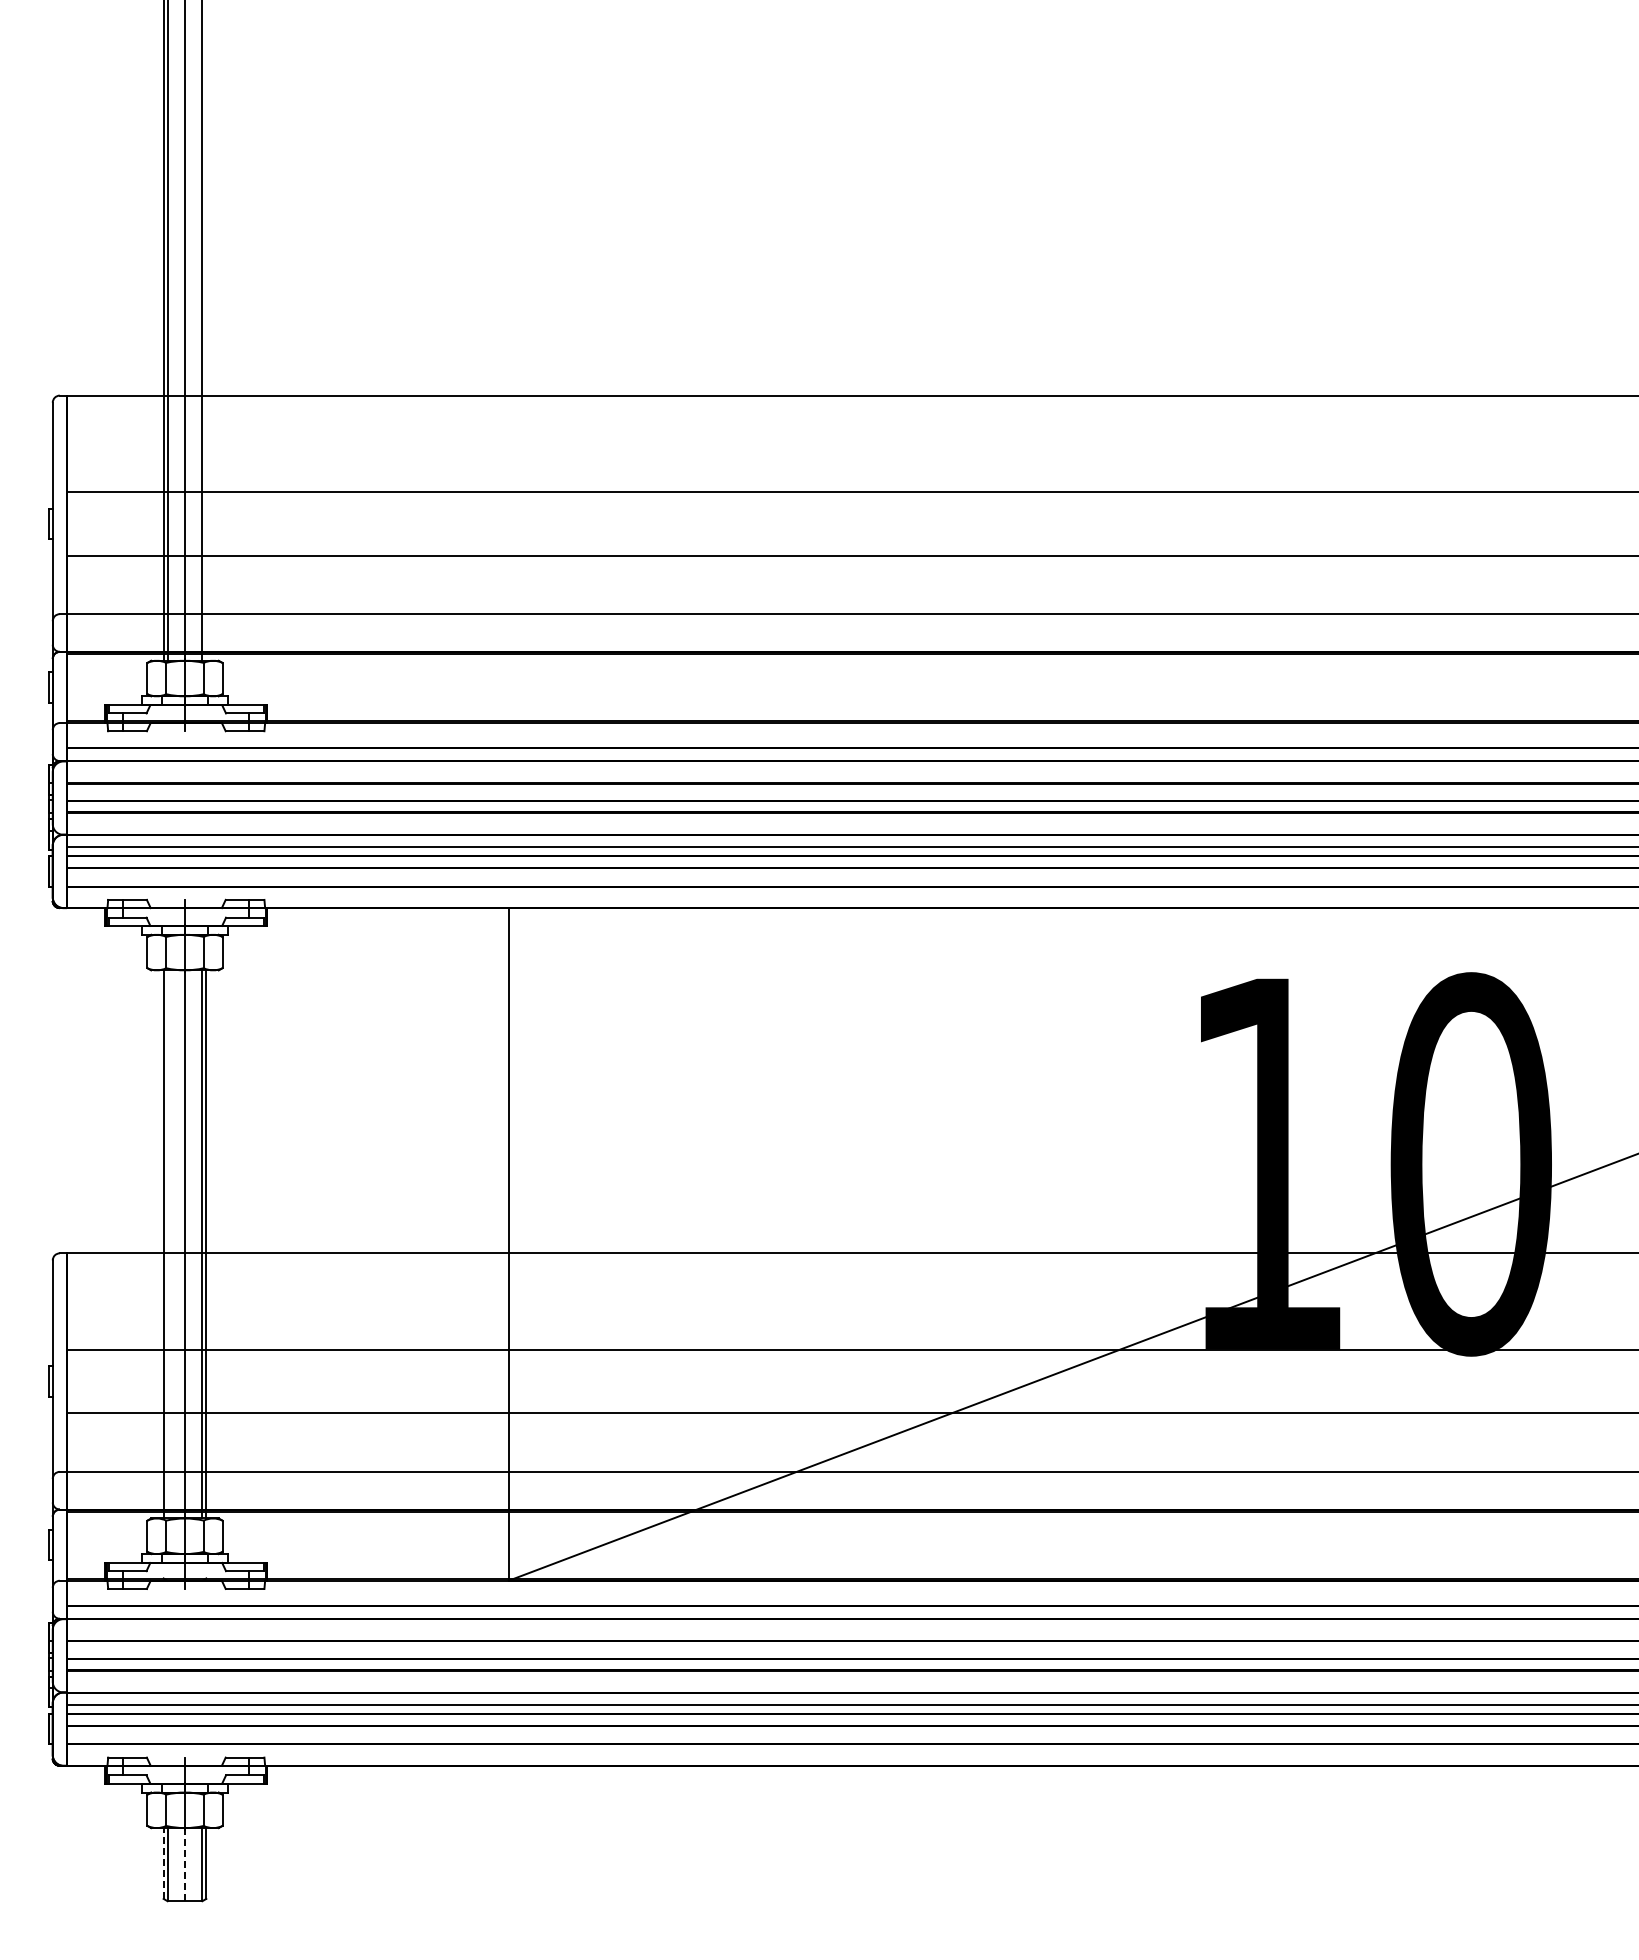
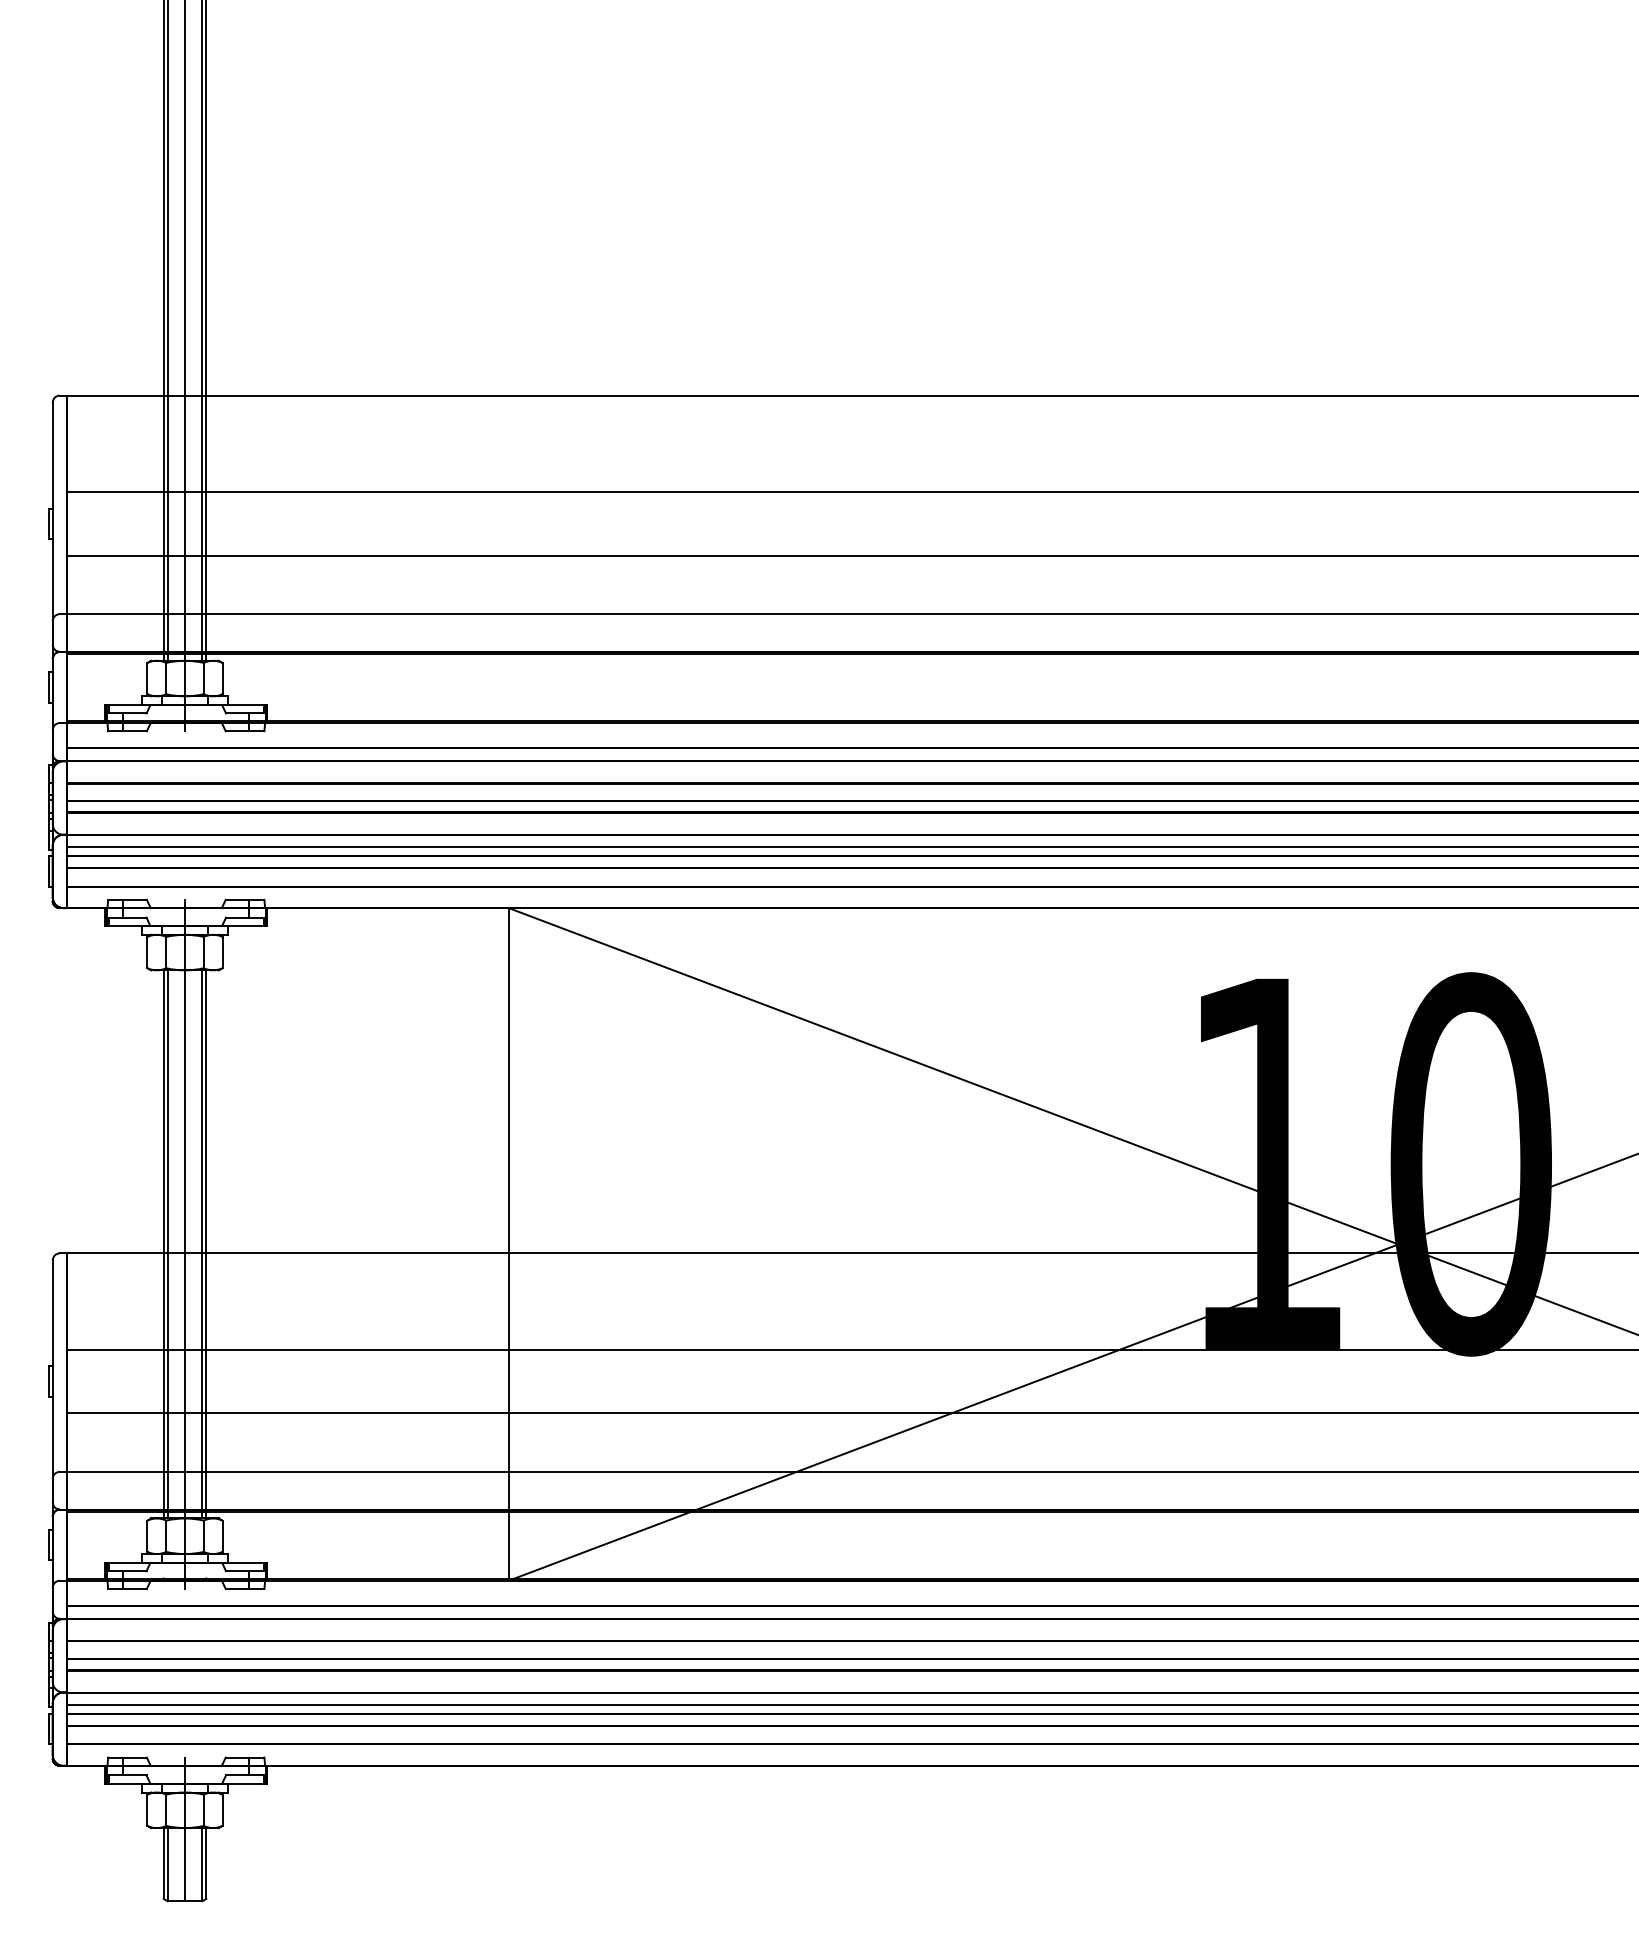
line at (206, 331): none -> present
line at (1071, 1120): none -> present
line at (167, 1244): none -> present
line at (163, 1863): dashed -> solid
line at (184, 1864): dashed -> solid
